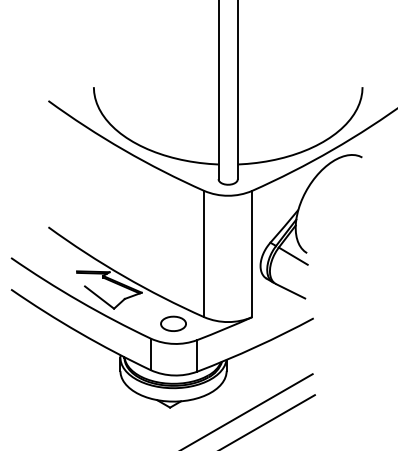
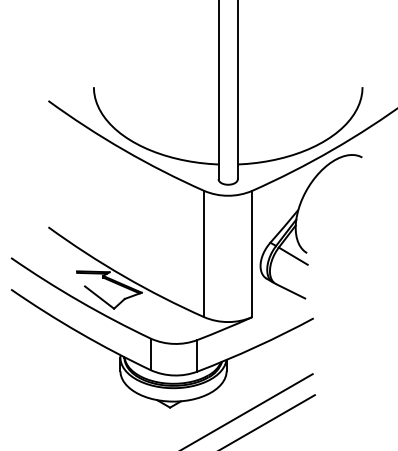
part at (173, 323): present -> none
